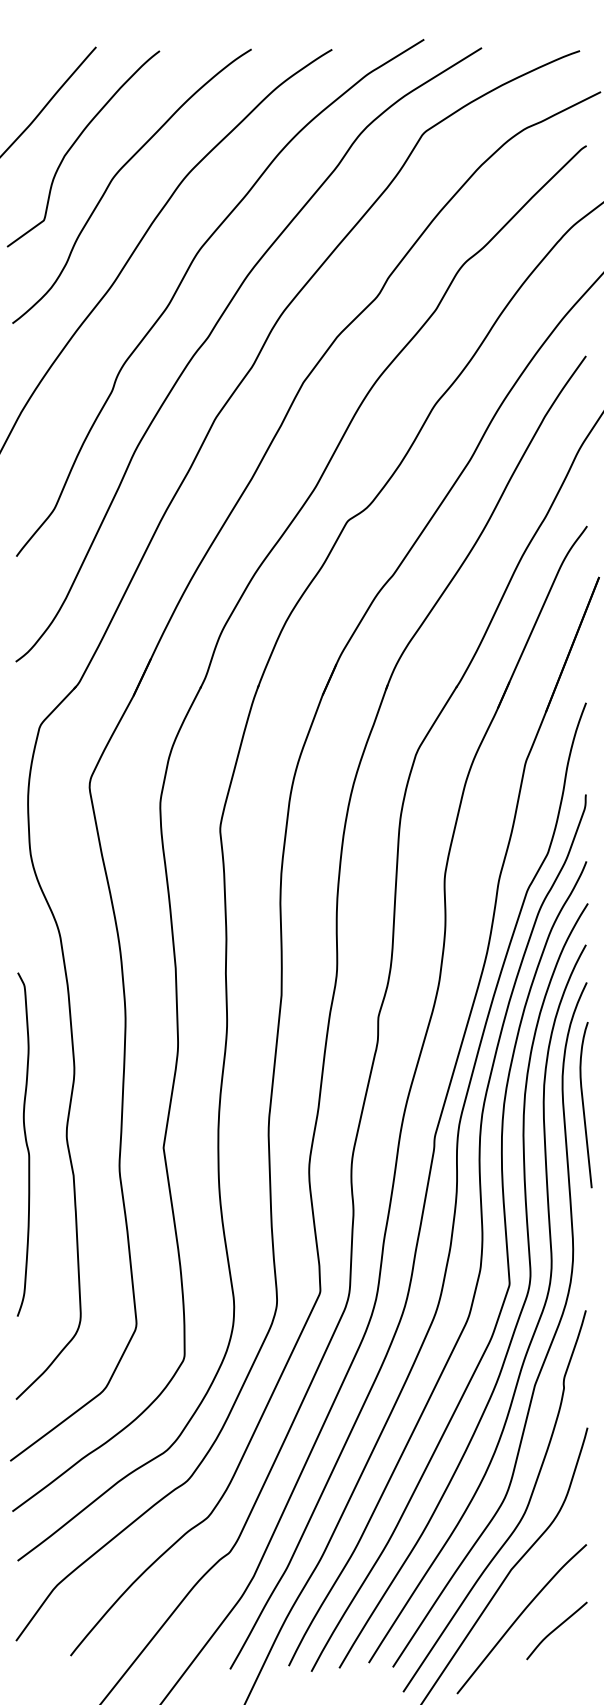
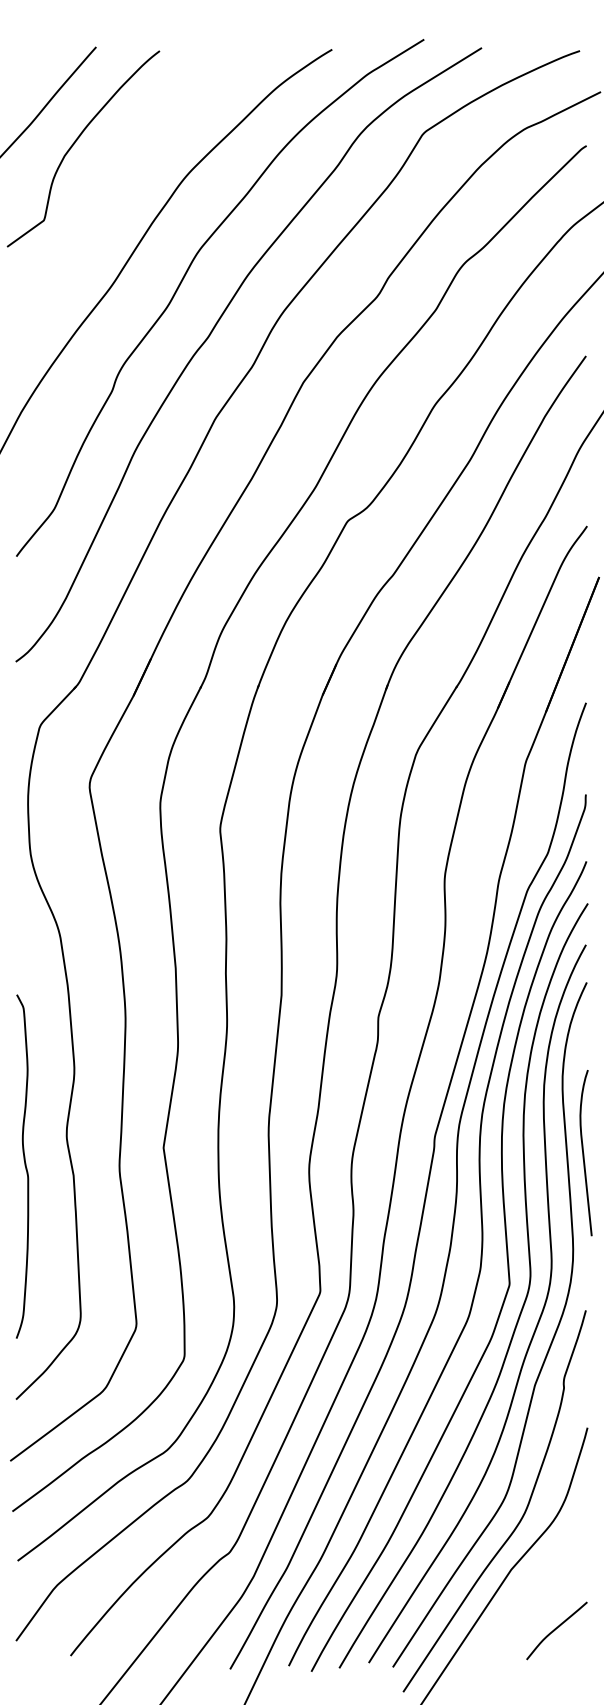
curve at (118, 173): present -> none
curve at (584, 1105) position: (584, 1105) -> (584, 1153)
curve at (25, 1143) position: (25, 1143) -> (24, 1165)
curve at (519, 1617): present -> none
